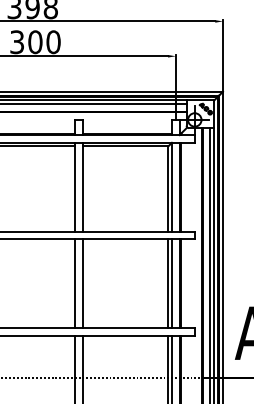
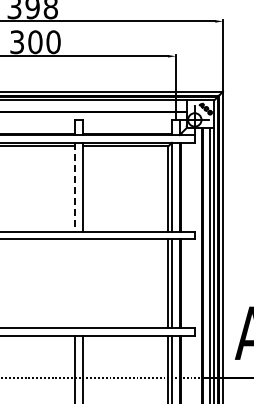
line at (94, 104): present -> none
line at (75, 187): solid -> dashed
line at (75, 283): present -> none
line at (83, 283): present -> none
